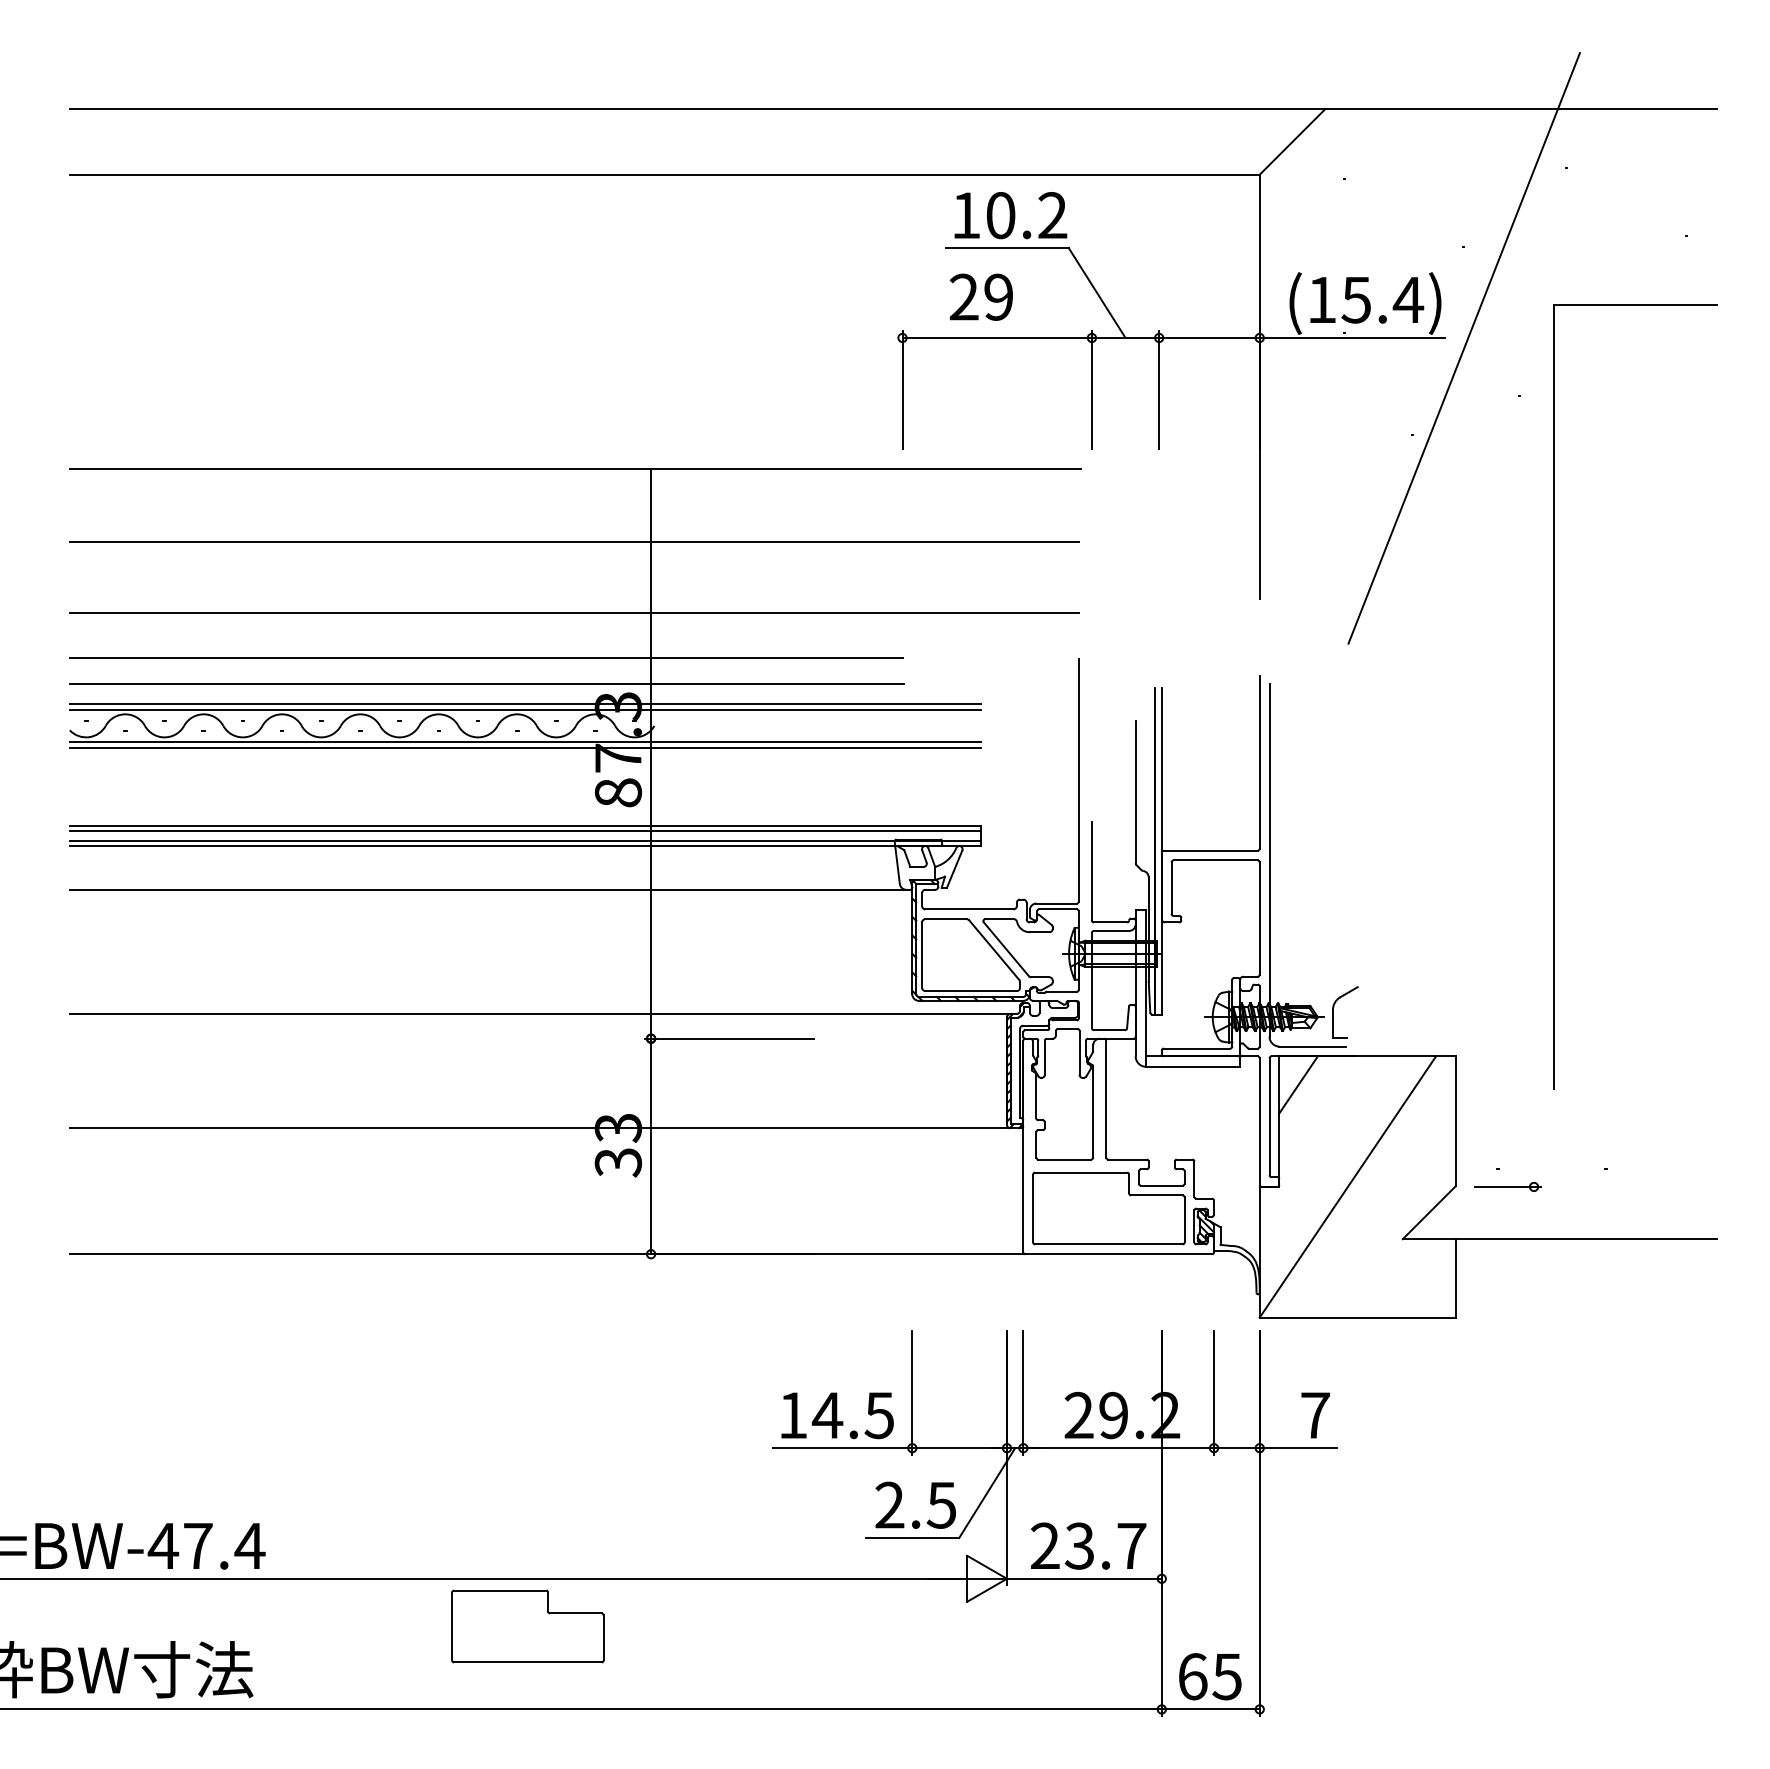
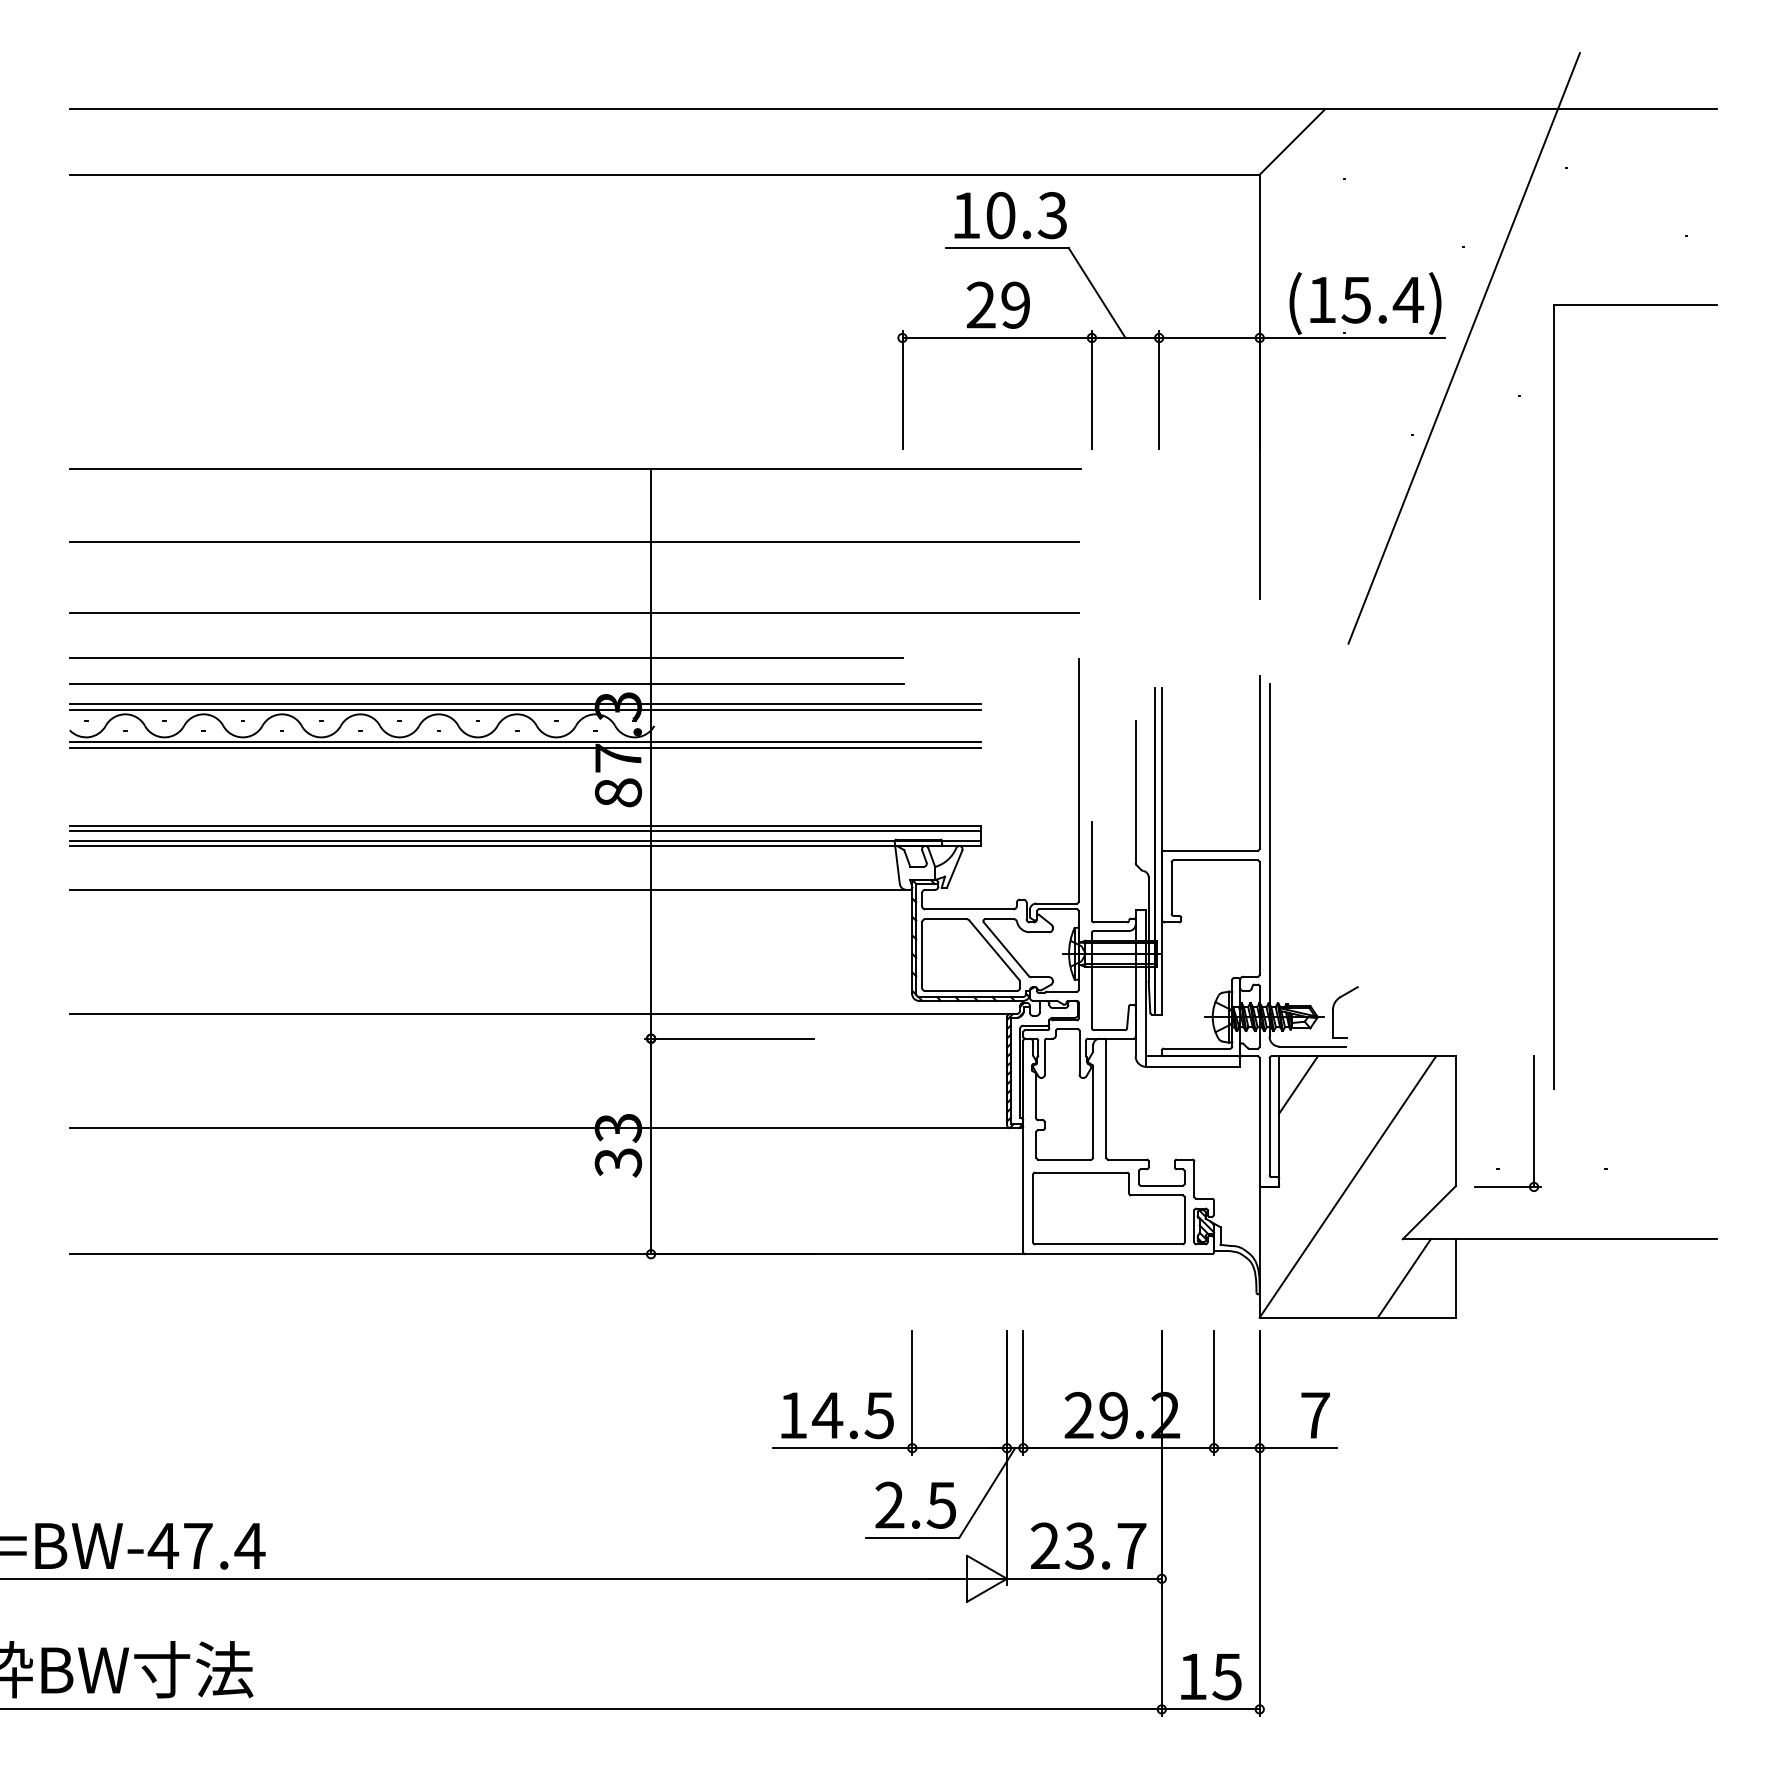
text at (1052, 215): 10.2 -> 10.3
text at (980, 296) position: (980, 296) -> (997, 304)
line at (1534, 1121): none -> present
line at (1403, 1278): none -> present
part at (527, 1626): present -> none
text at (1193, 1676): 65 -> 15
